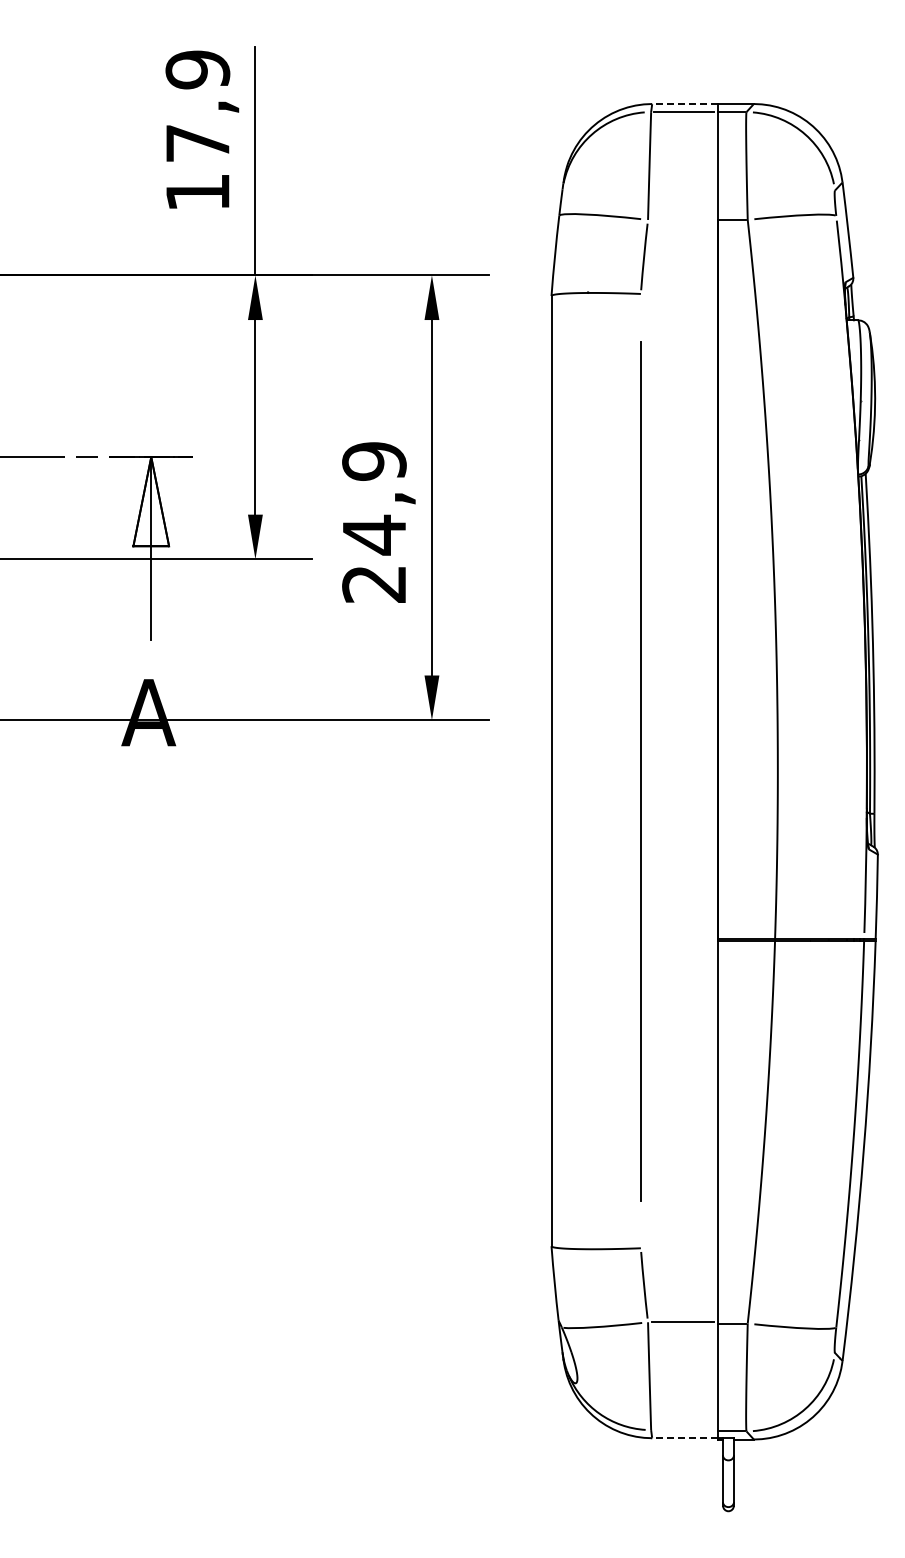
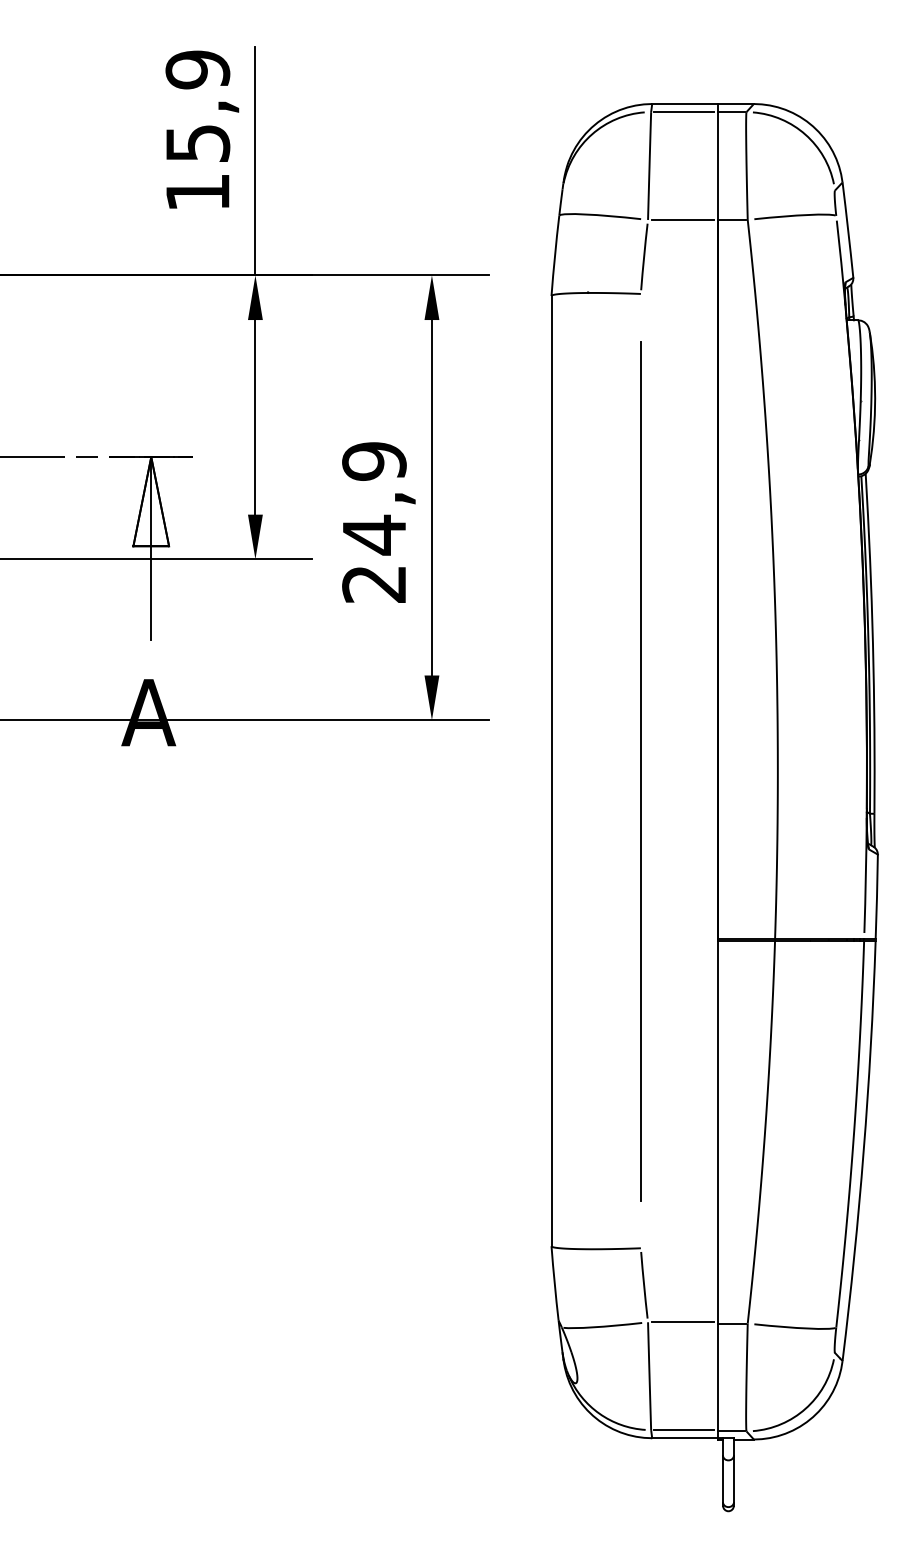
line at (684, 104): dashed -> solid
text at (198, 143): 17,9 -> 15,9
line at (682, 219): none -> present
line at (684, 1430): none -> present
line at (684, 1438): dashed -> solid
